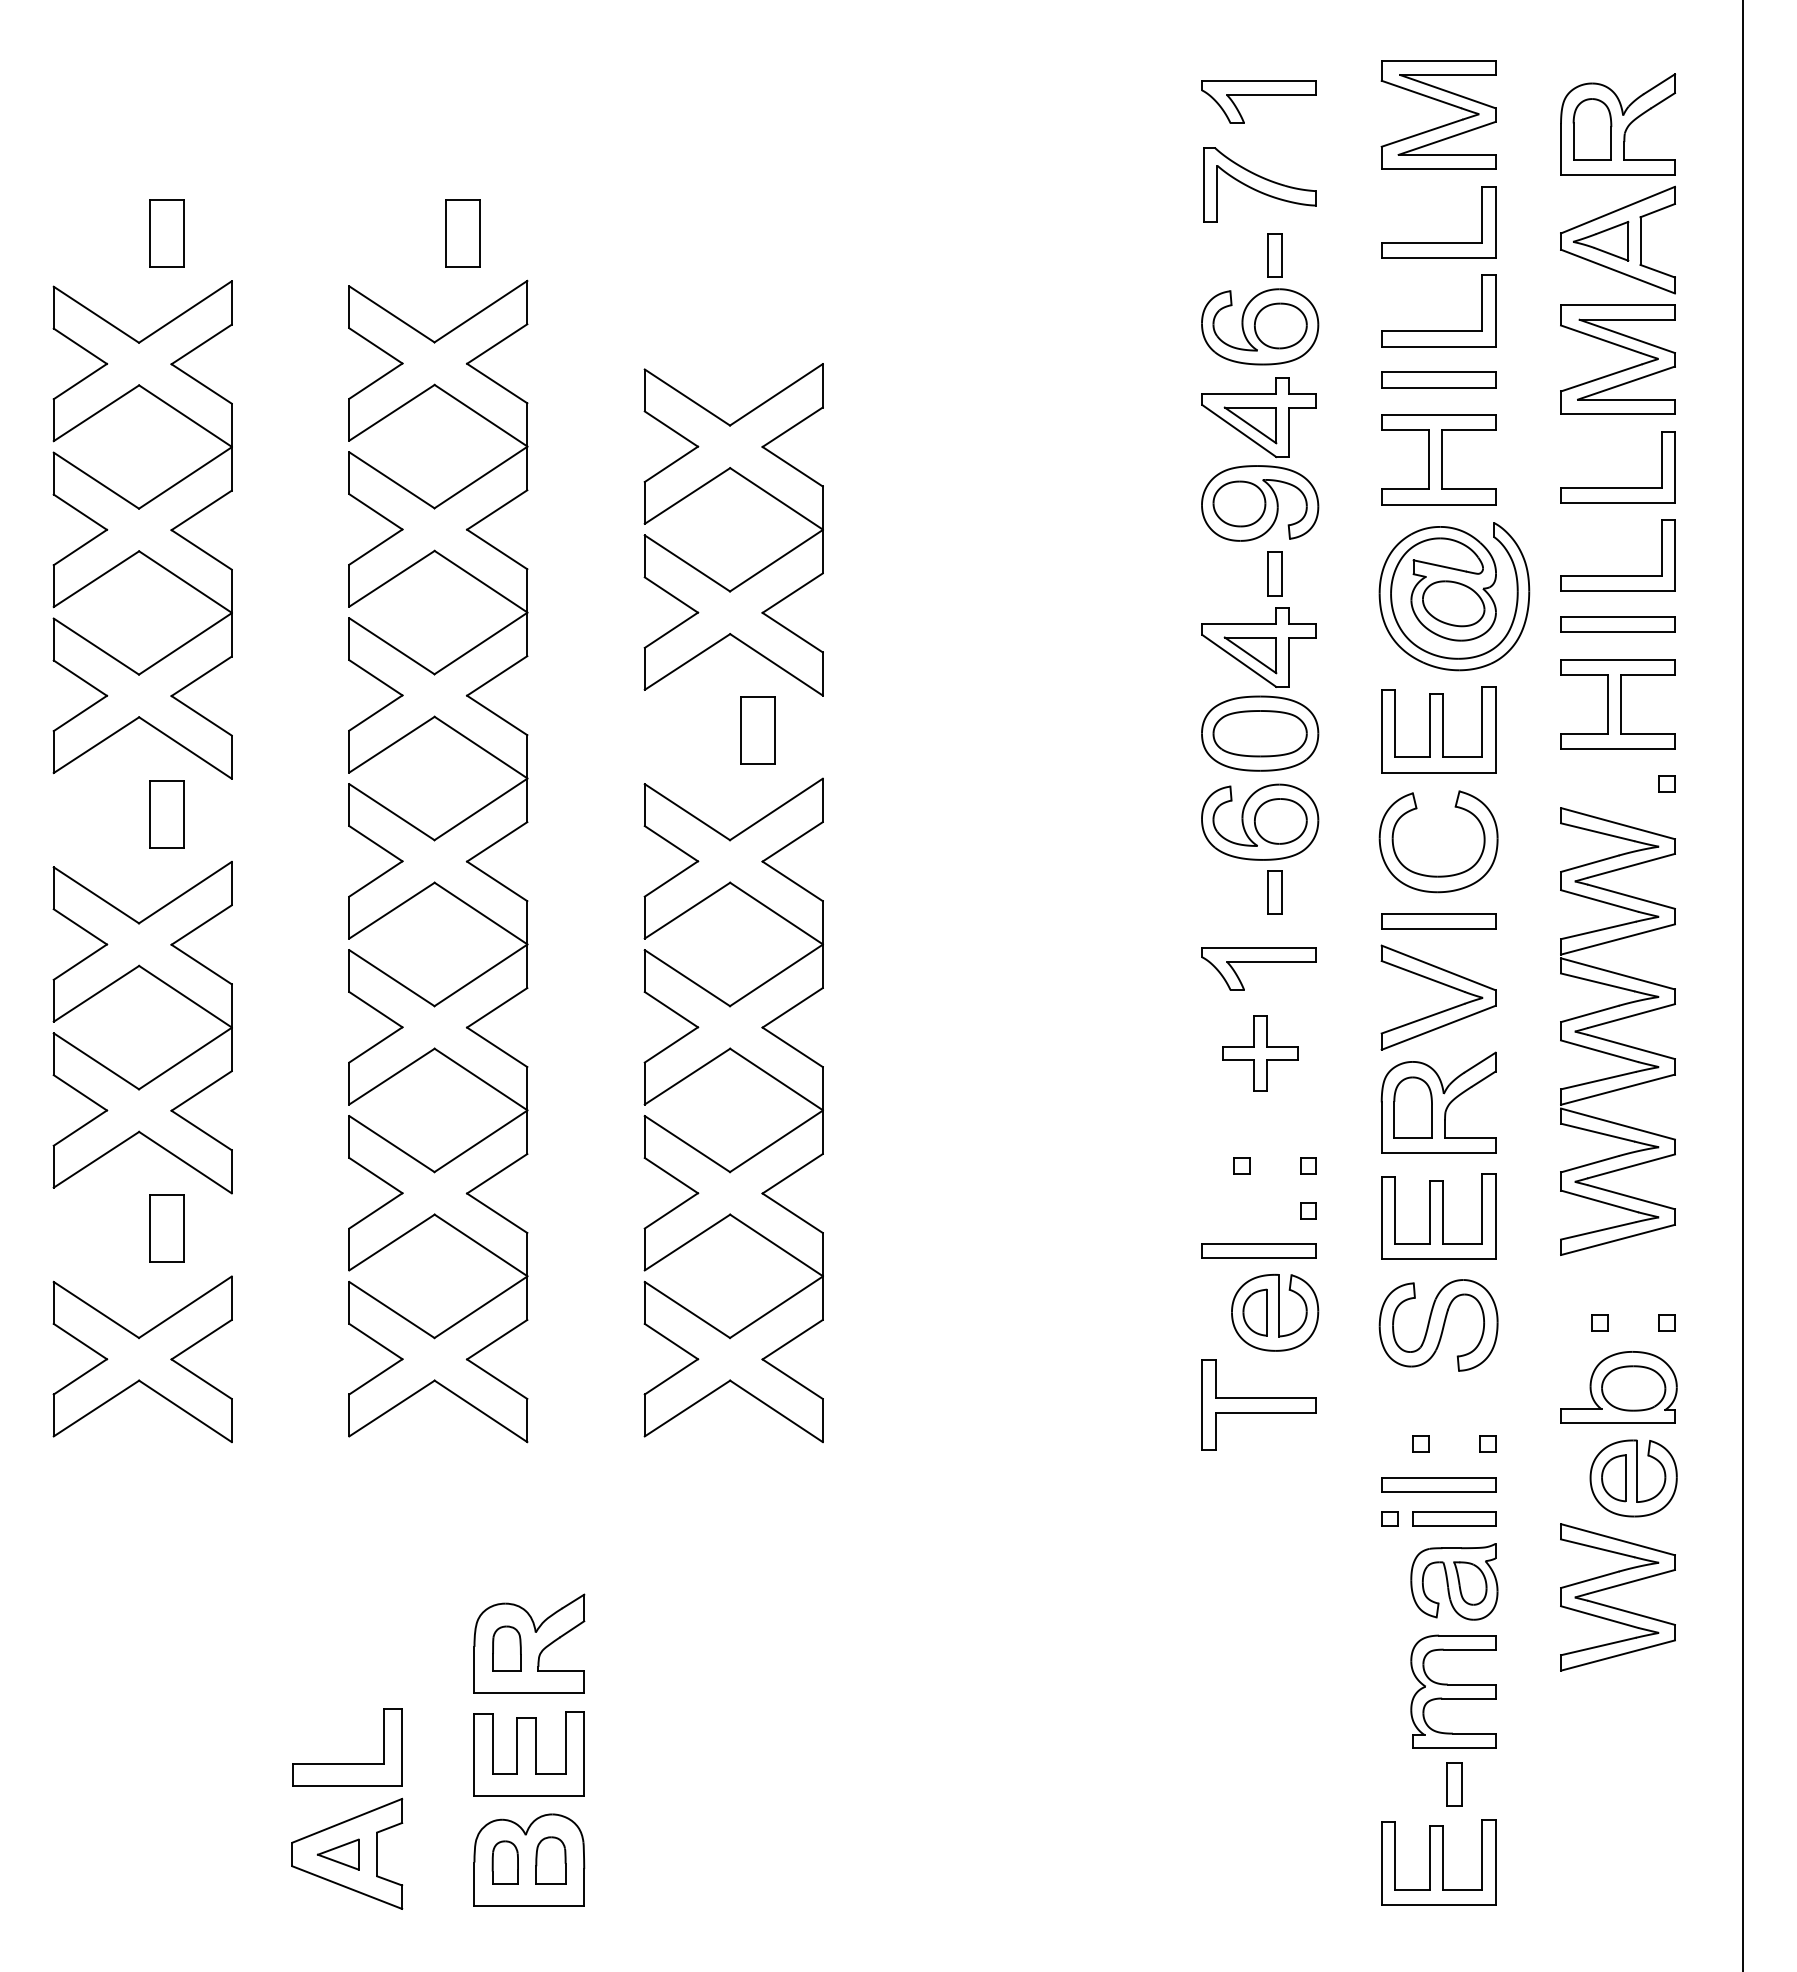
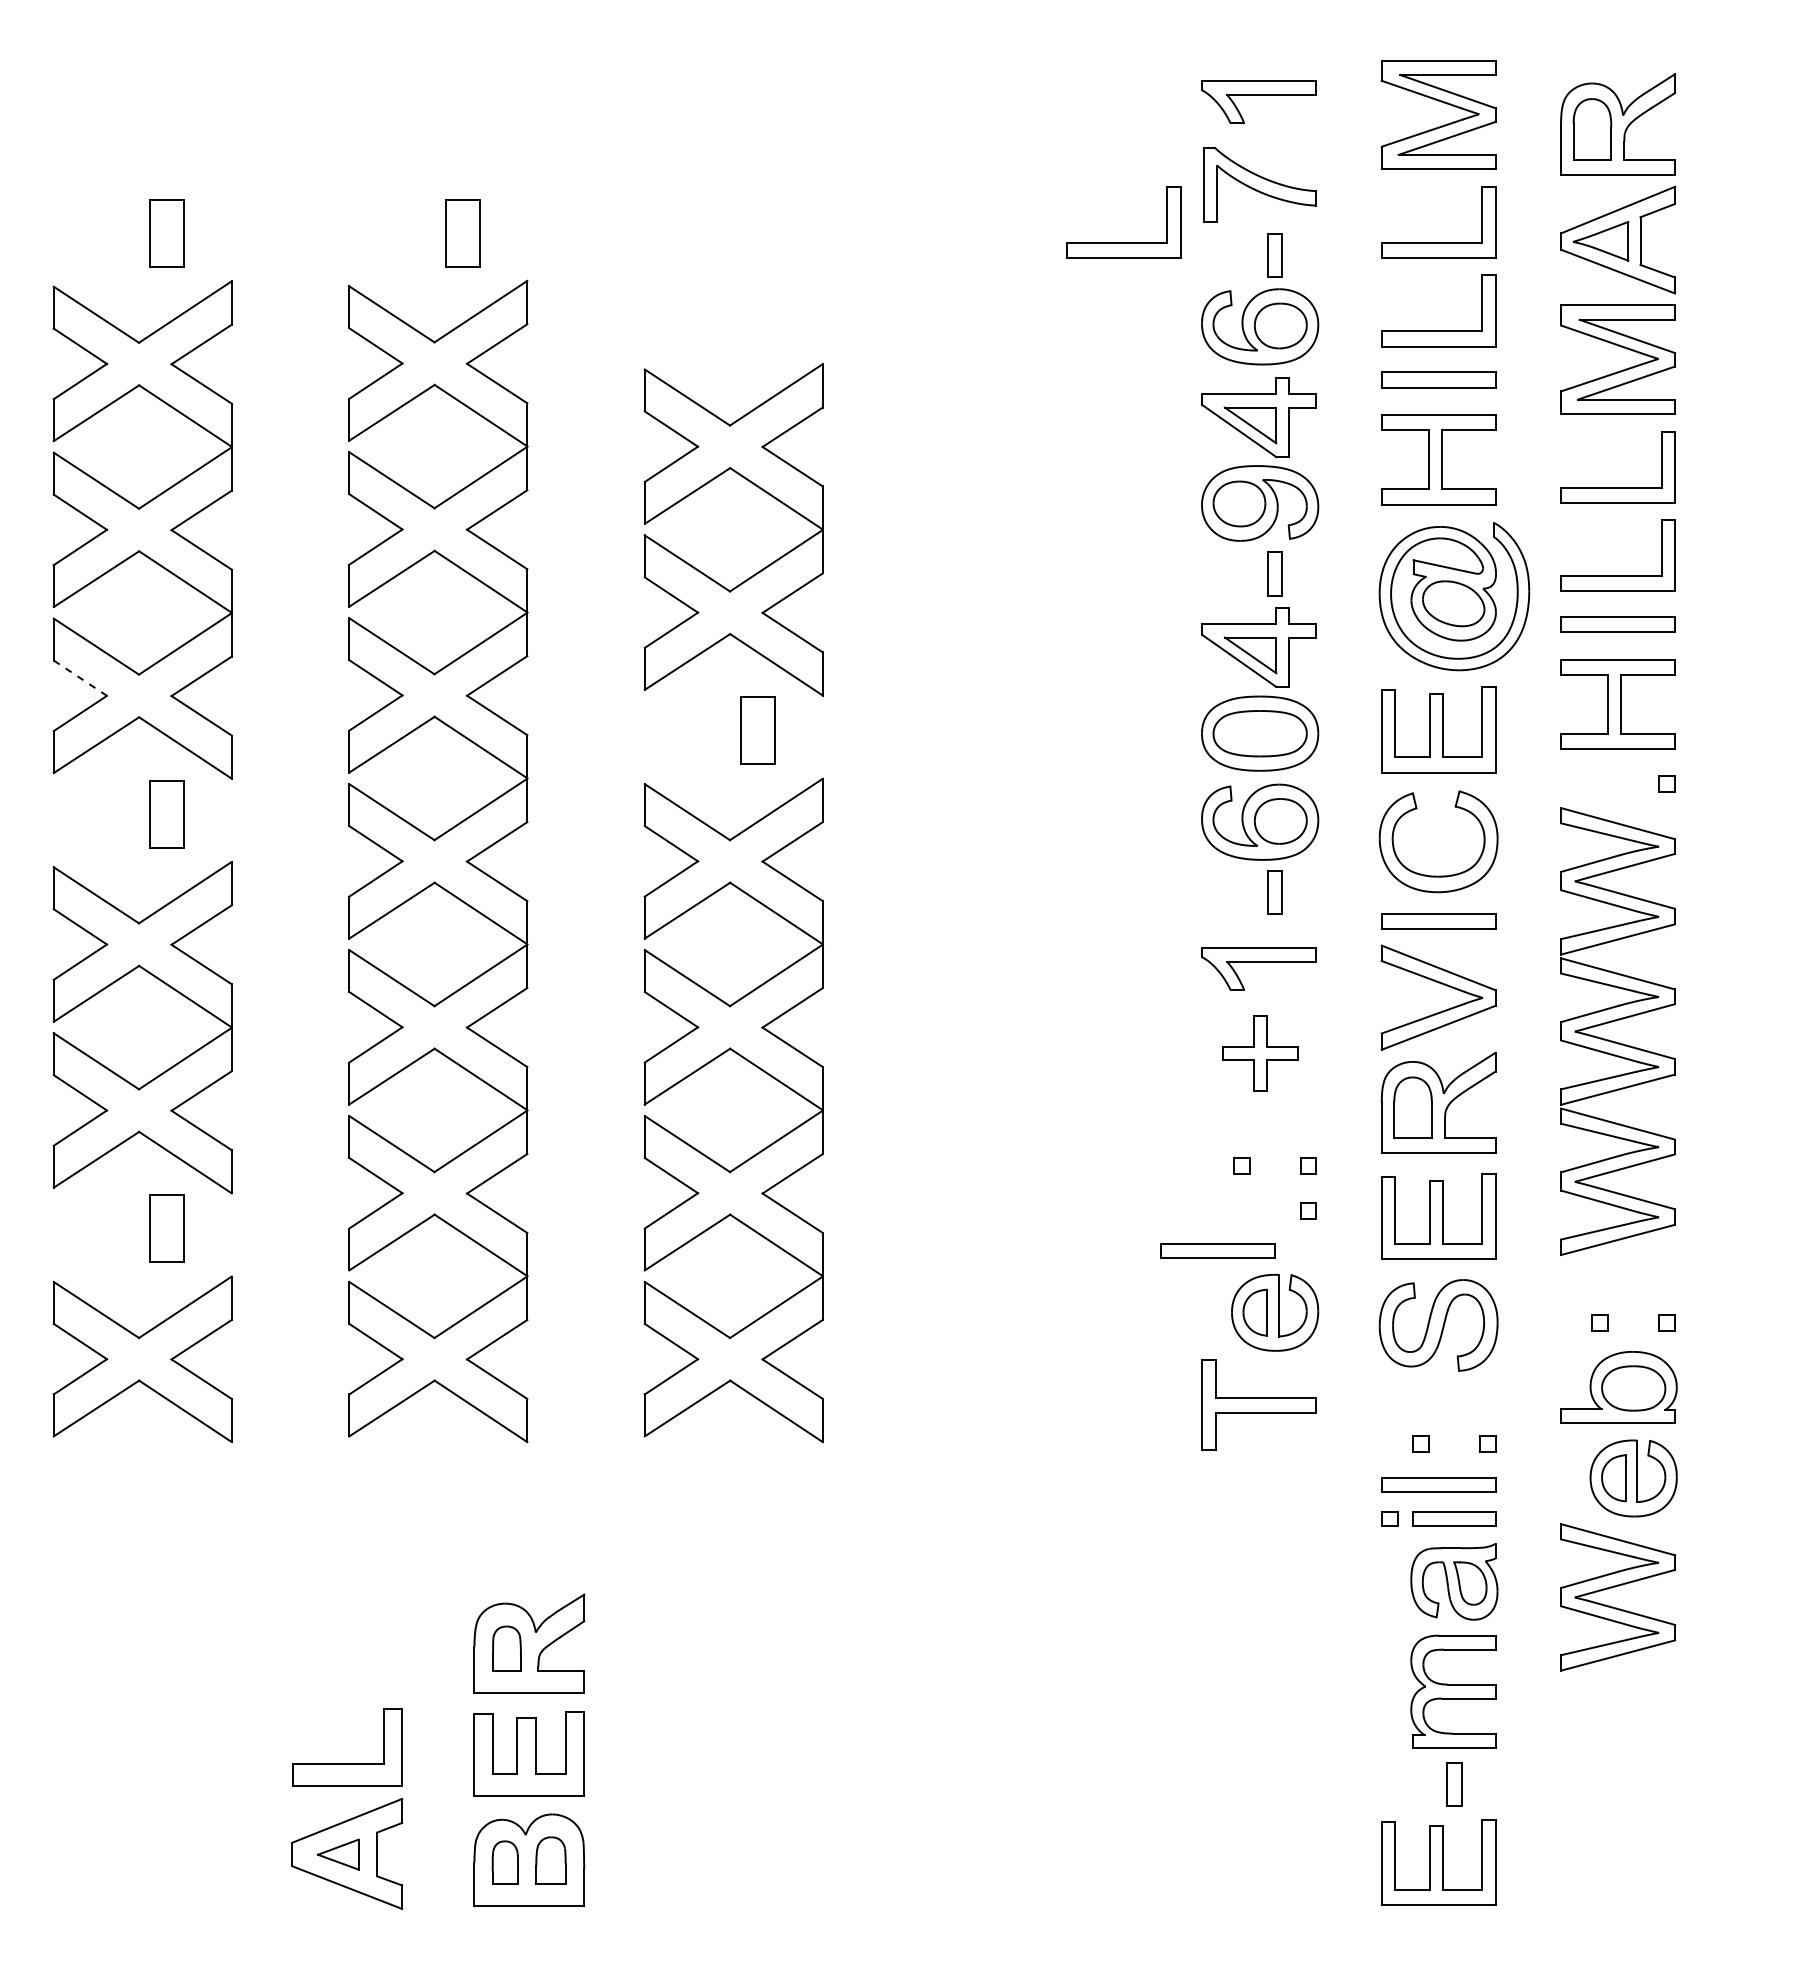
part at (1123, 242): none -> present
line at (80, 678): solid -> dashed
line at (1743, 985): present -> none
part at (1258, 1250) position: (1258, 1250) -> (1217, 1250)
